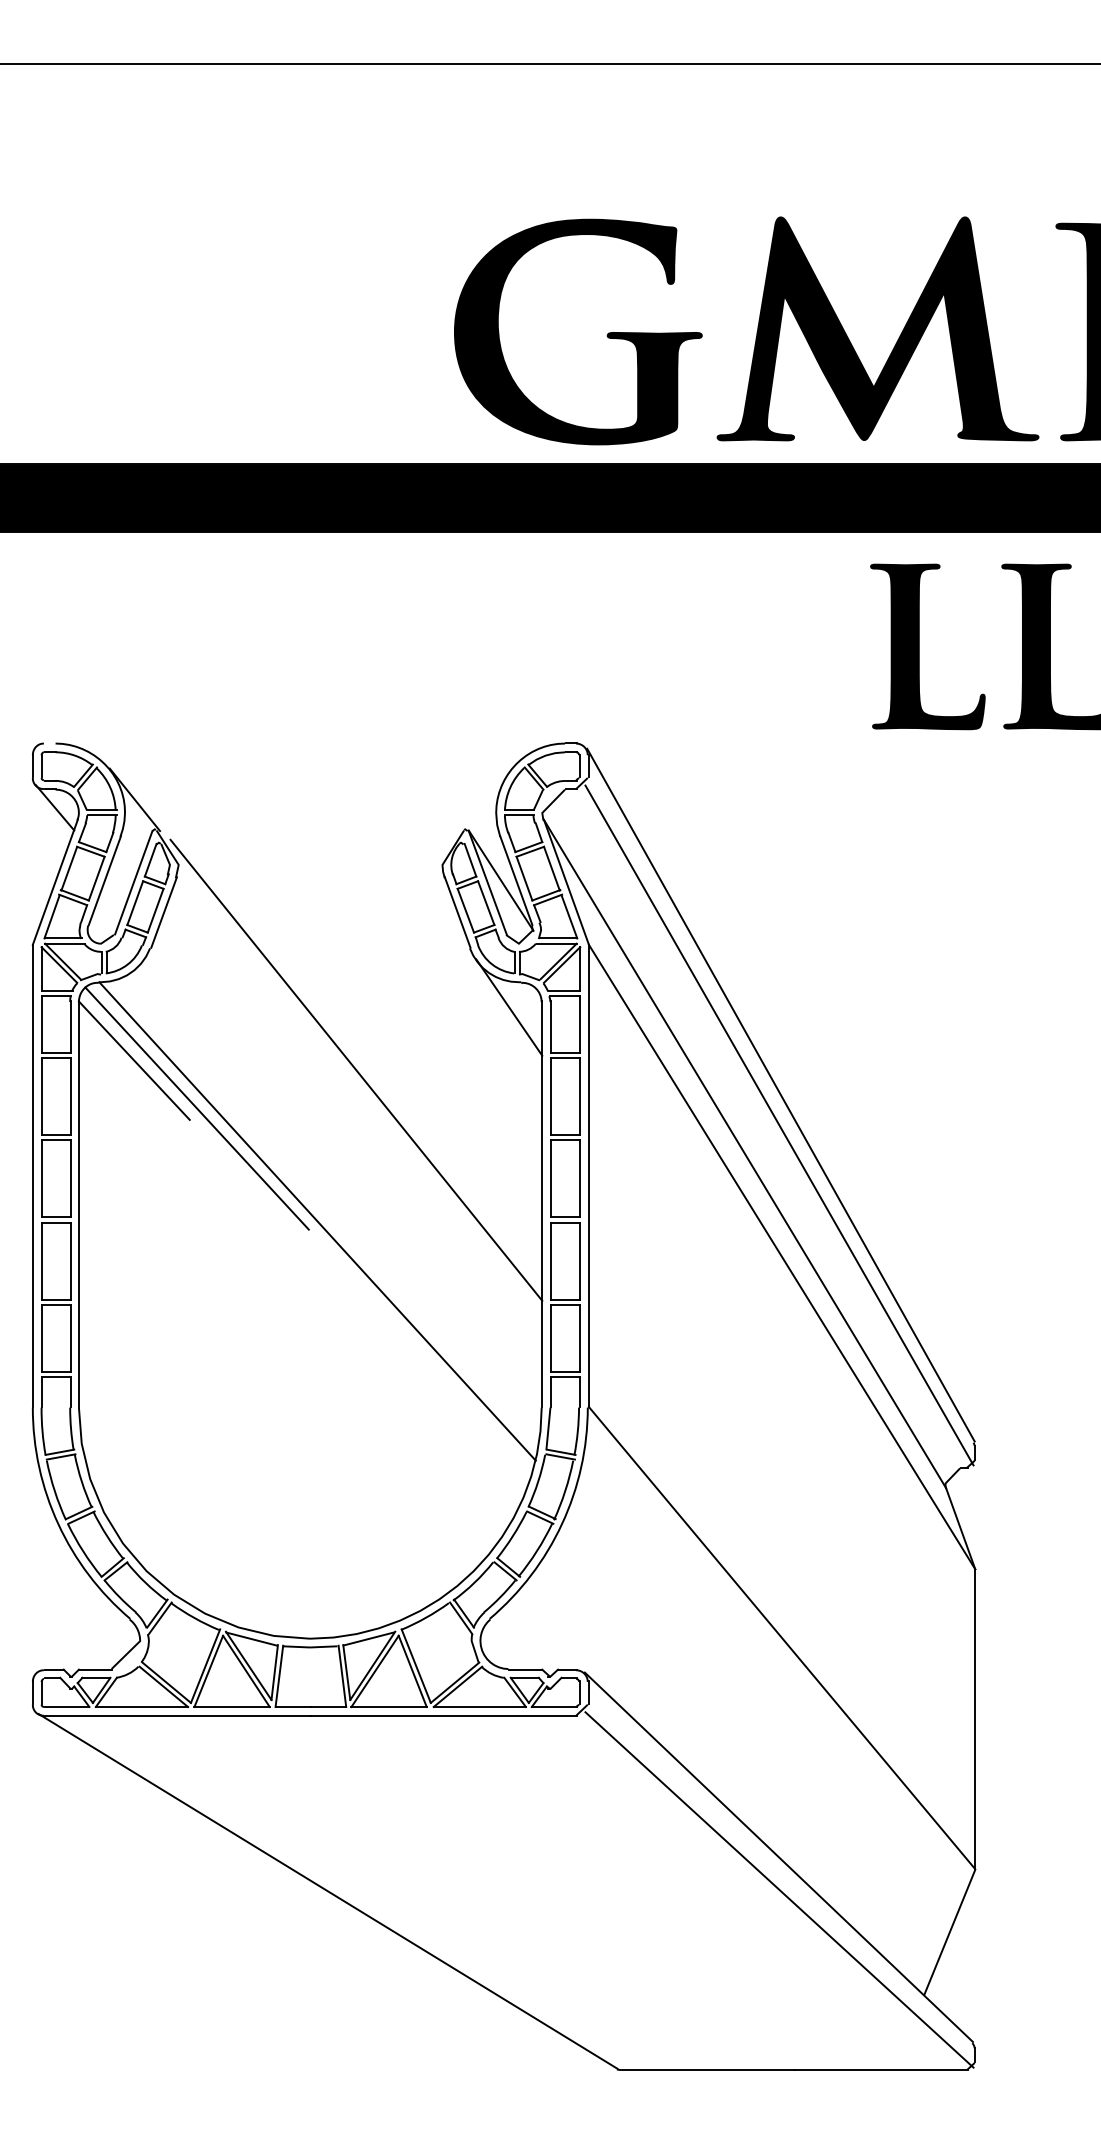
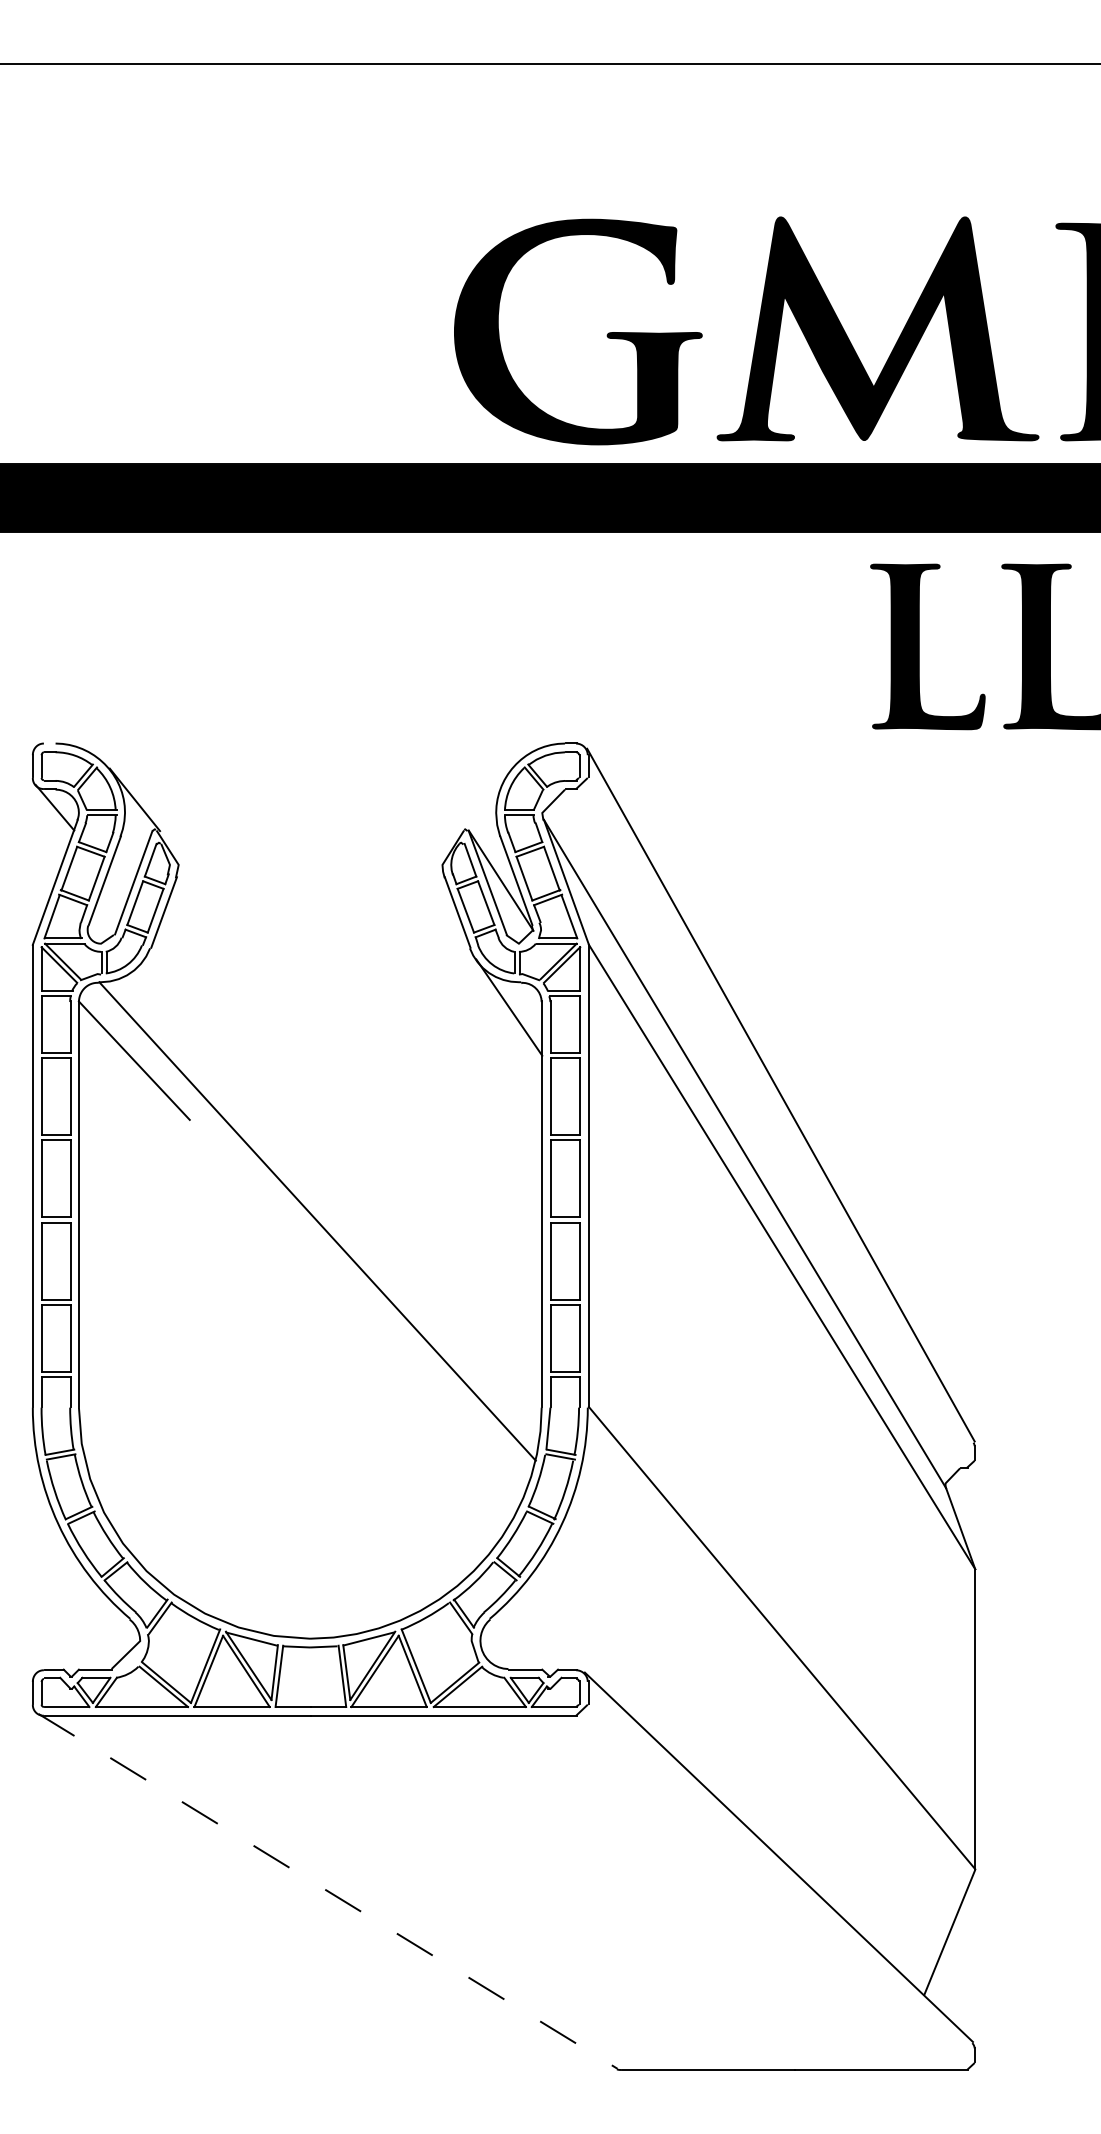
line at (356, 1069): present -> none
line at (196, 1108): present -> none
line at (779, 1125): present -> none
line at (779, 1889): present -> none
line at (328, 1891): solid -> dashed
